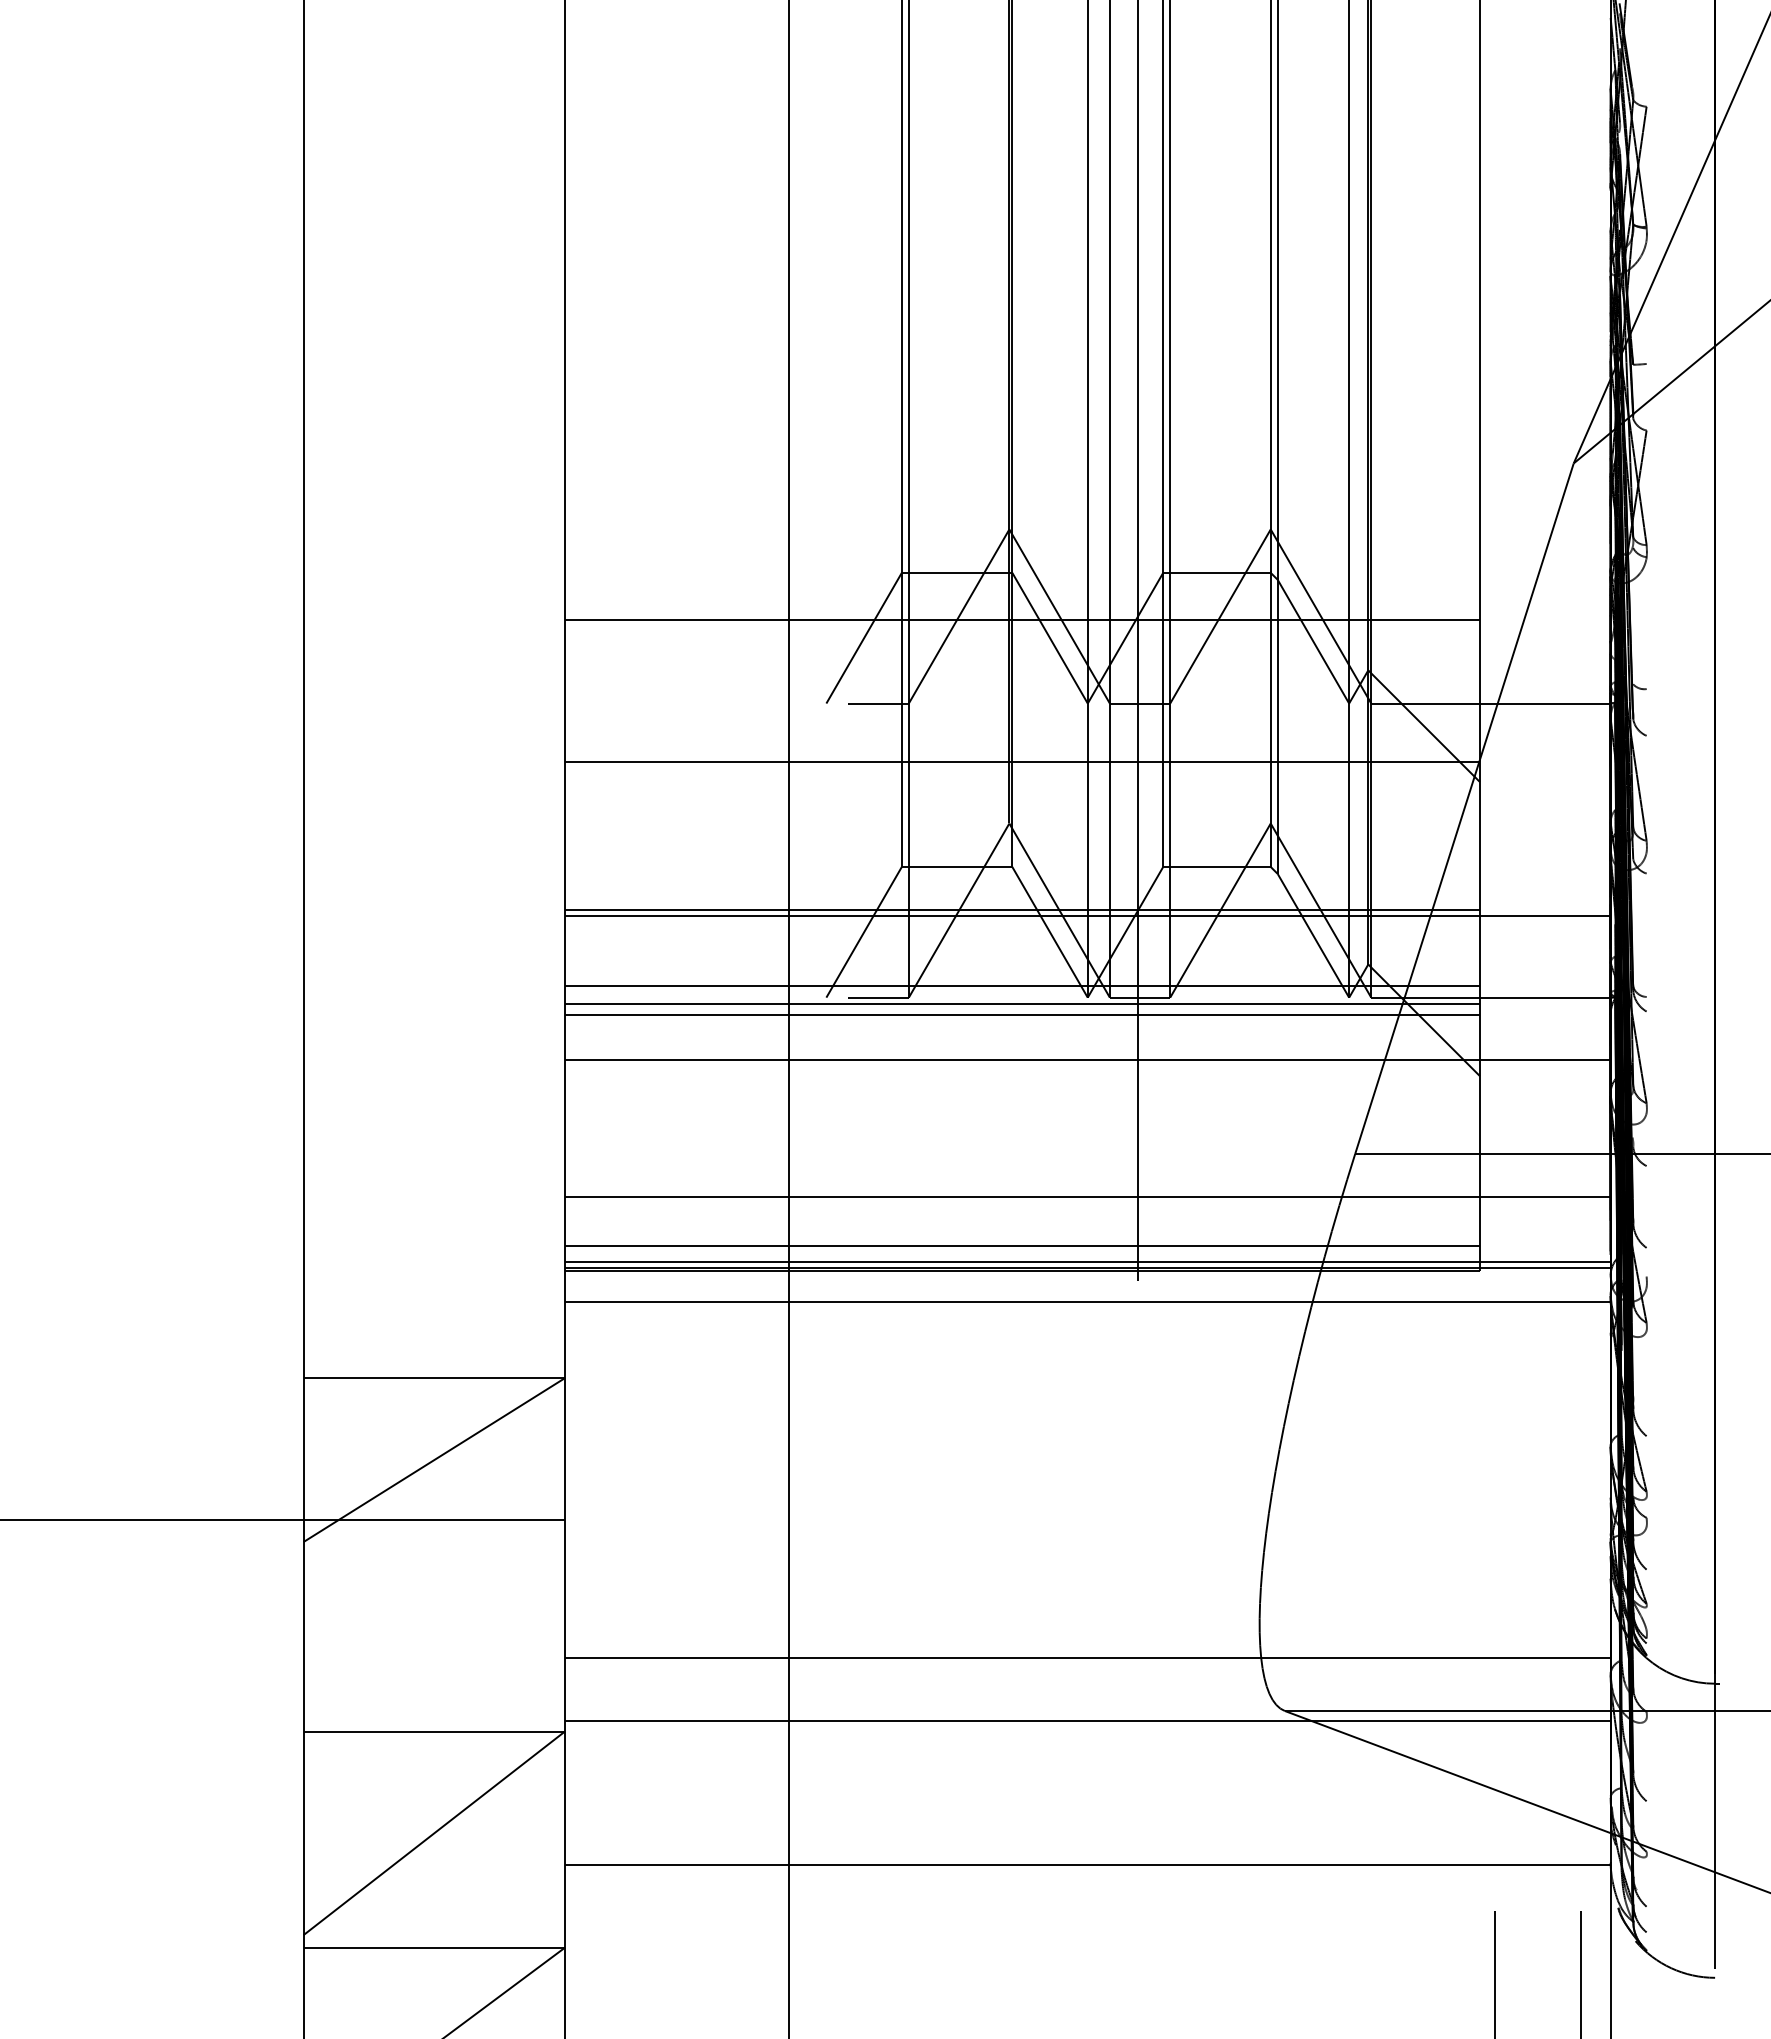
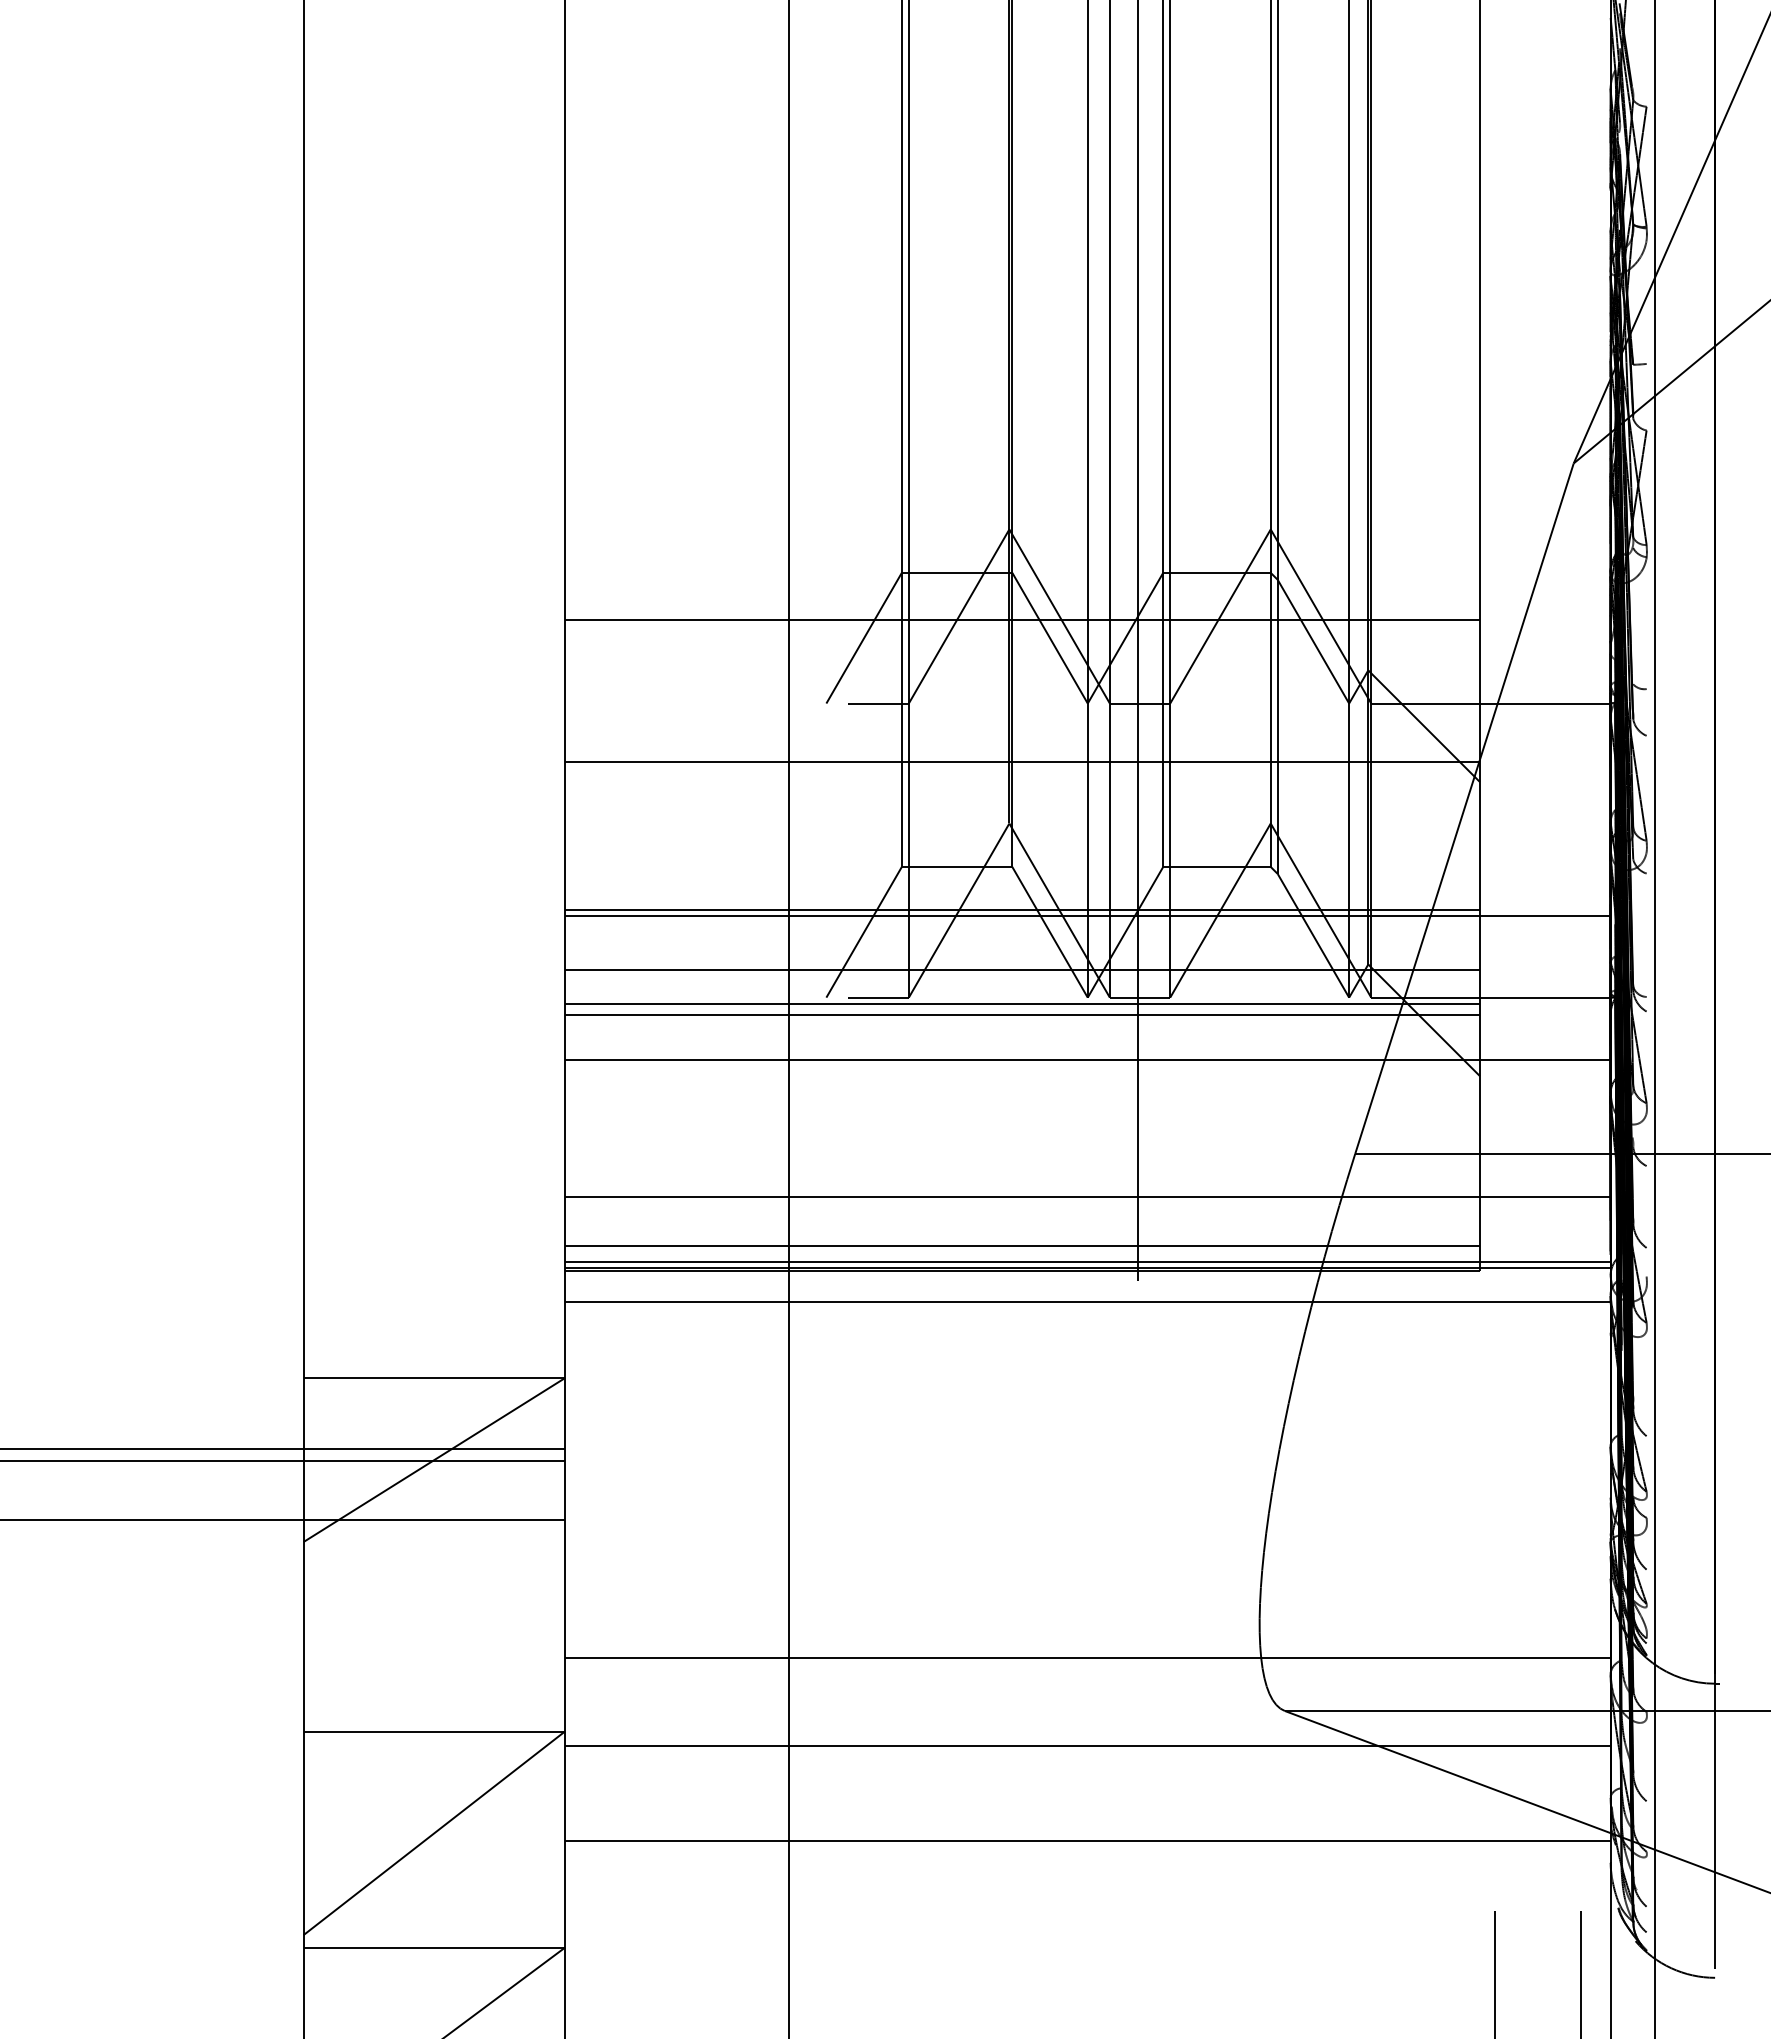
line at (1022, 985) position: (1022, 985) -> (1022, 969)
line at (1655, 1018): none -> present
line at (283, 1448): none -> present
line at (283, 1461): none -> present
line at (1087, 1720) position: (1087, 1720) -> (1087, 1745)
line at (1087, 1865) position: (1087, 1865) -> (1087, 1841)
